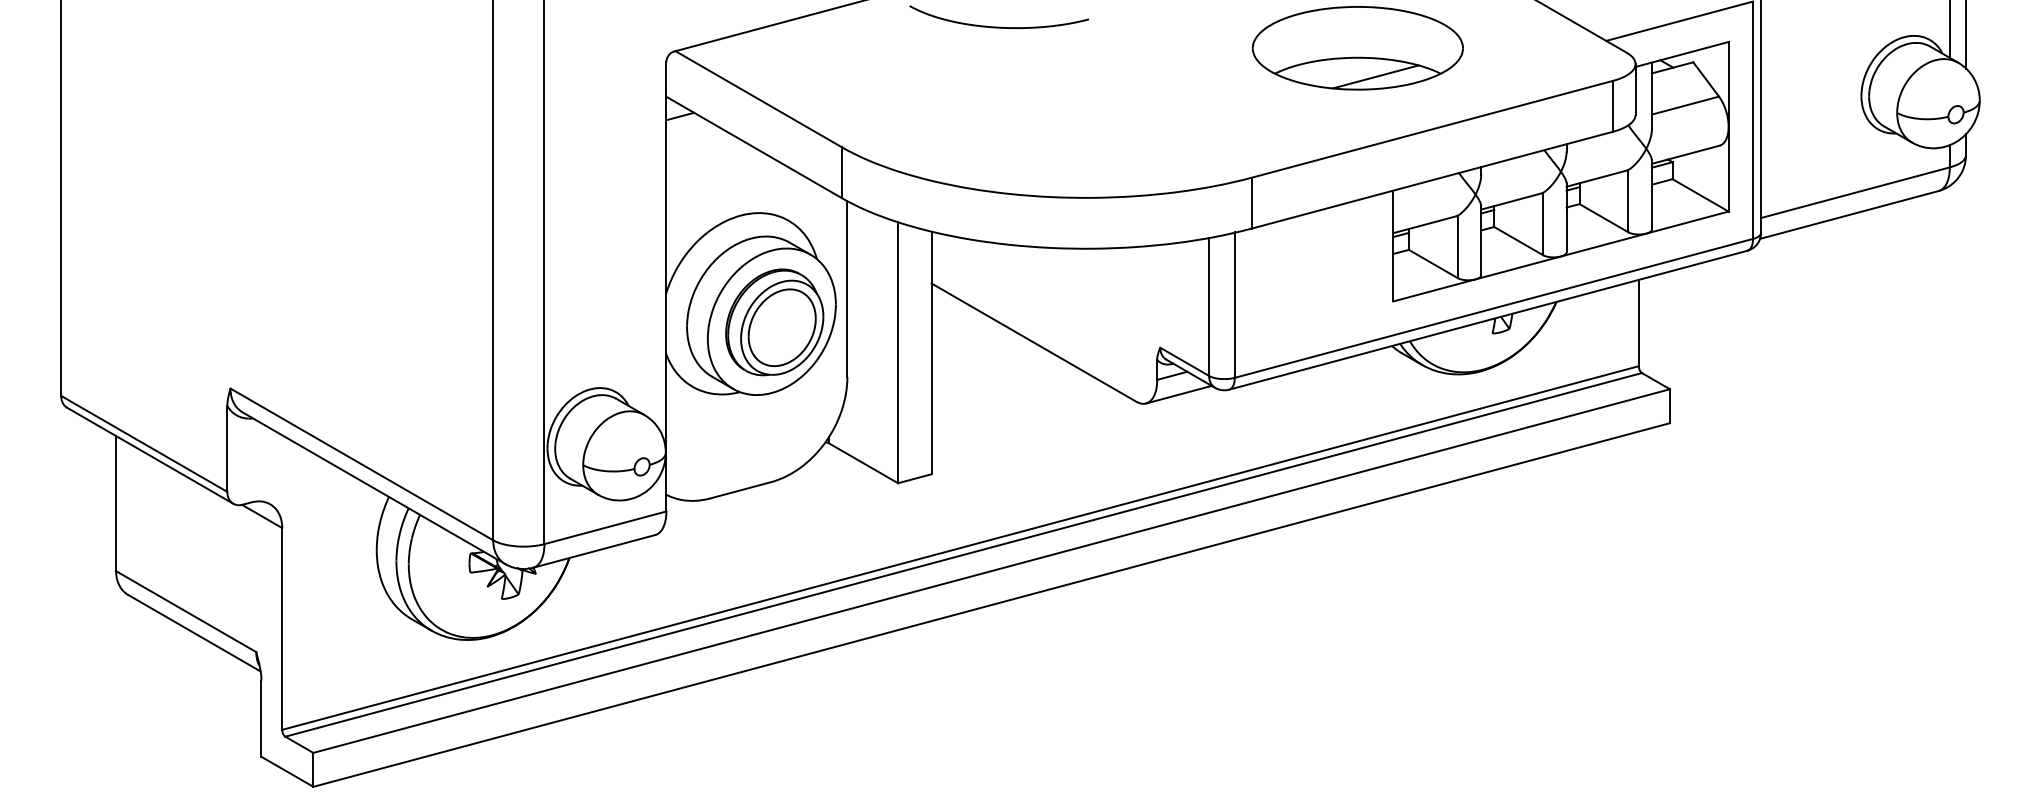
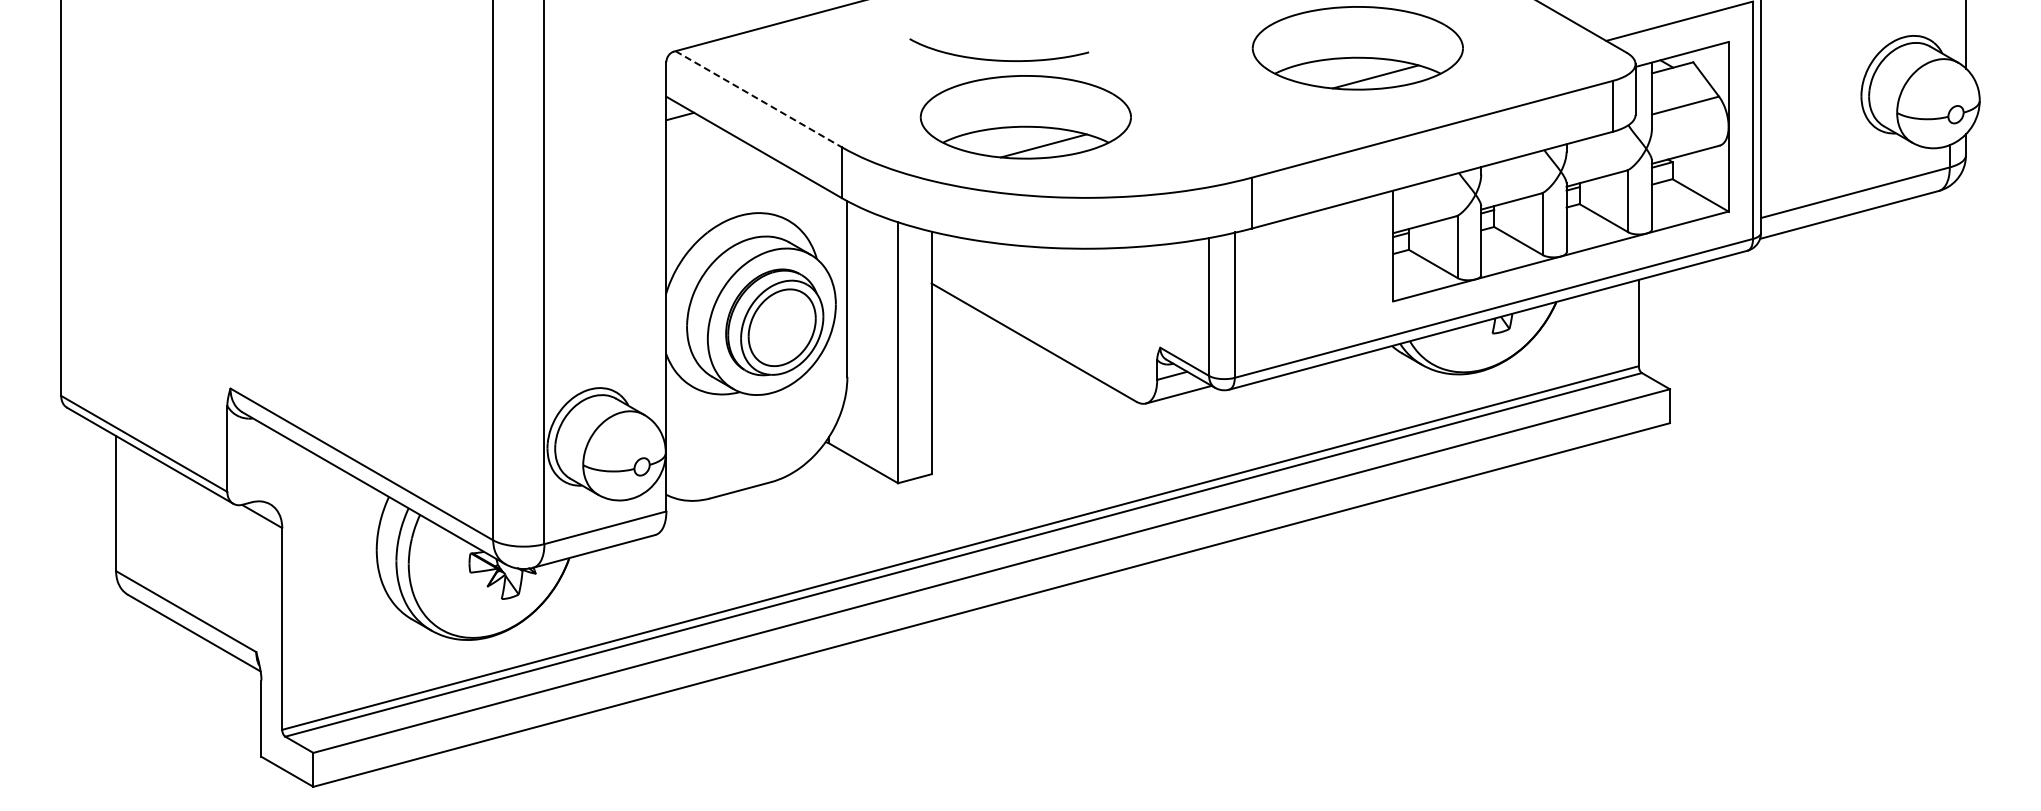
curve at (999, 26) position: (999, 26) -> (999, 59)
line at (1949, 29): present -> none
line at (758, 99): solid -> dashed
part at (1025, 117): none -> present
